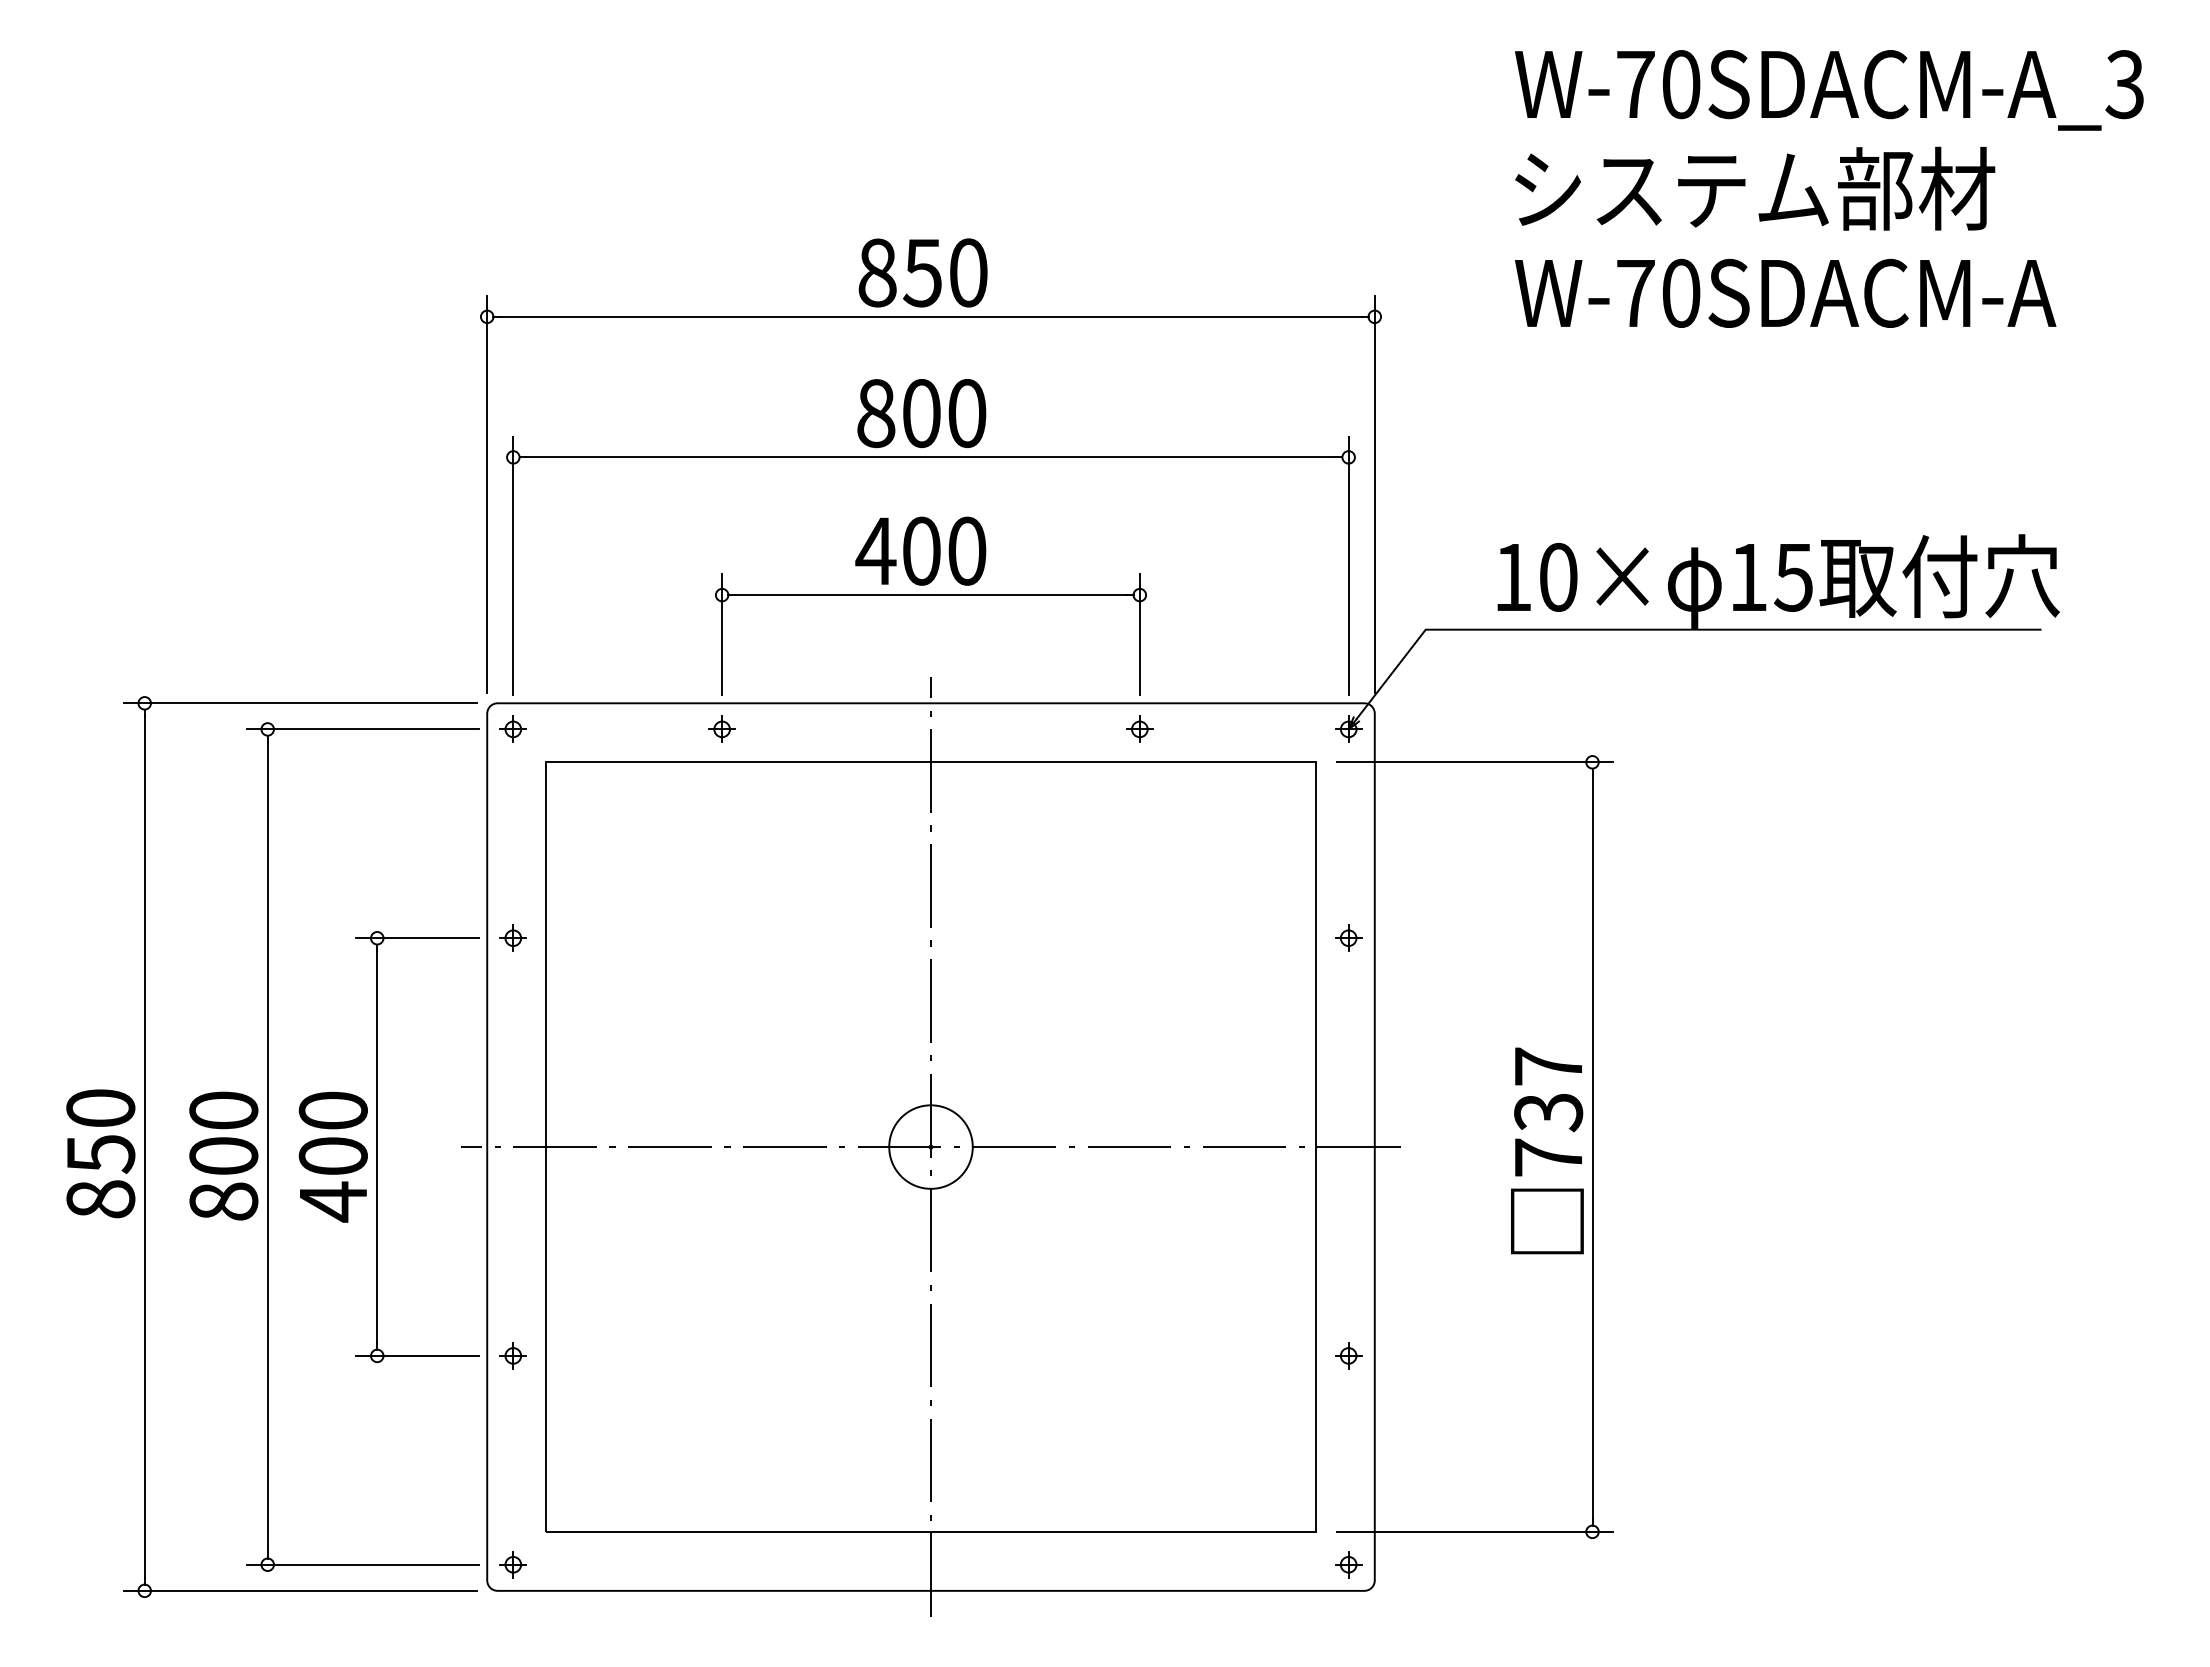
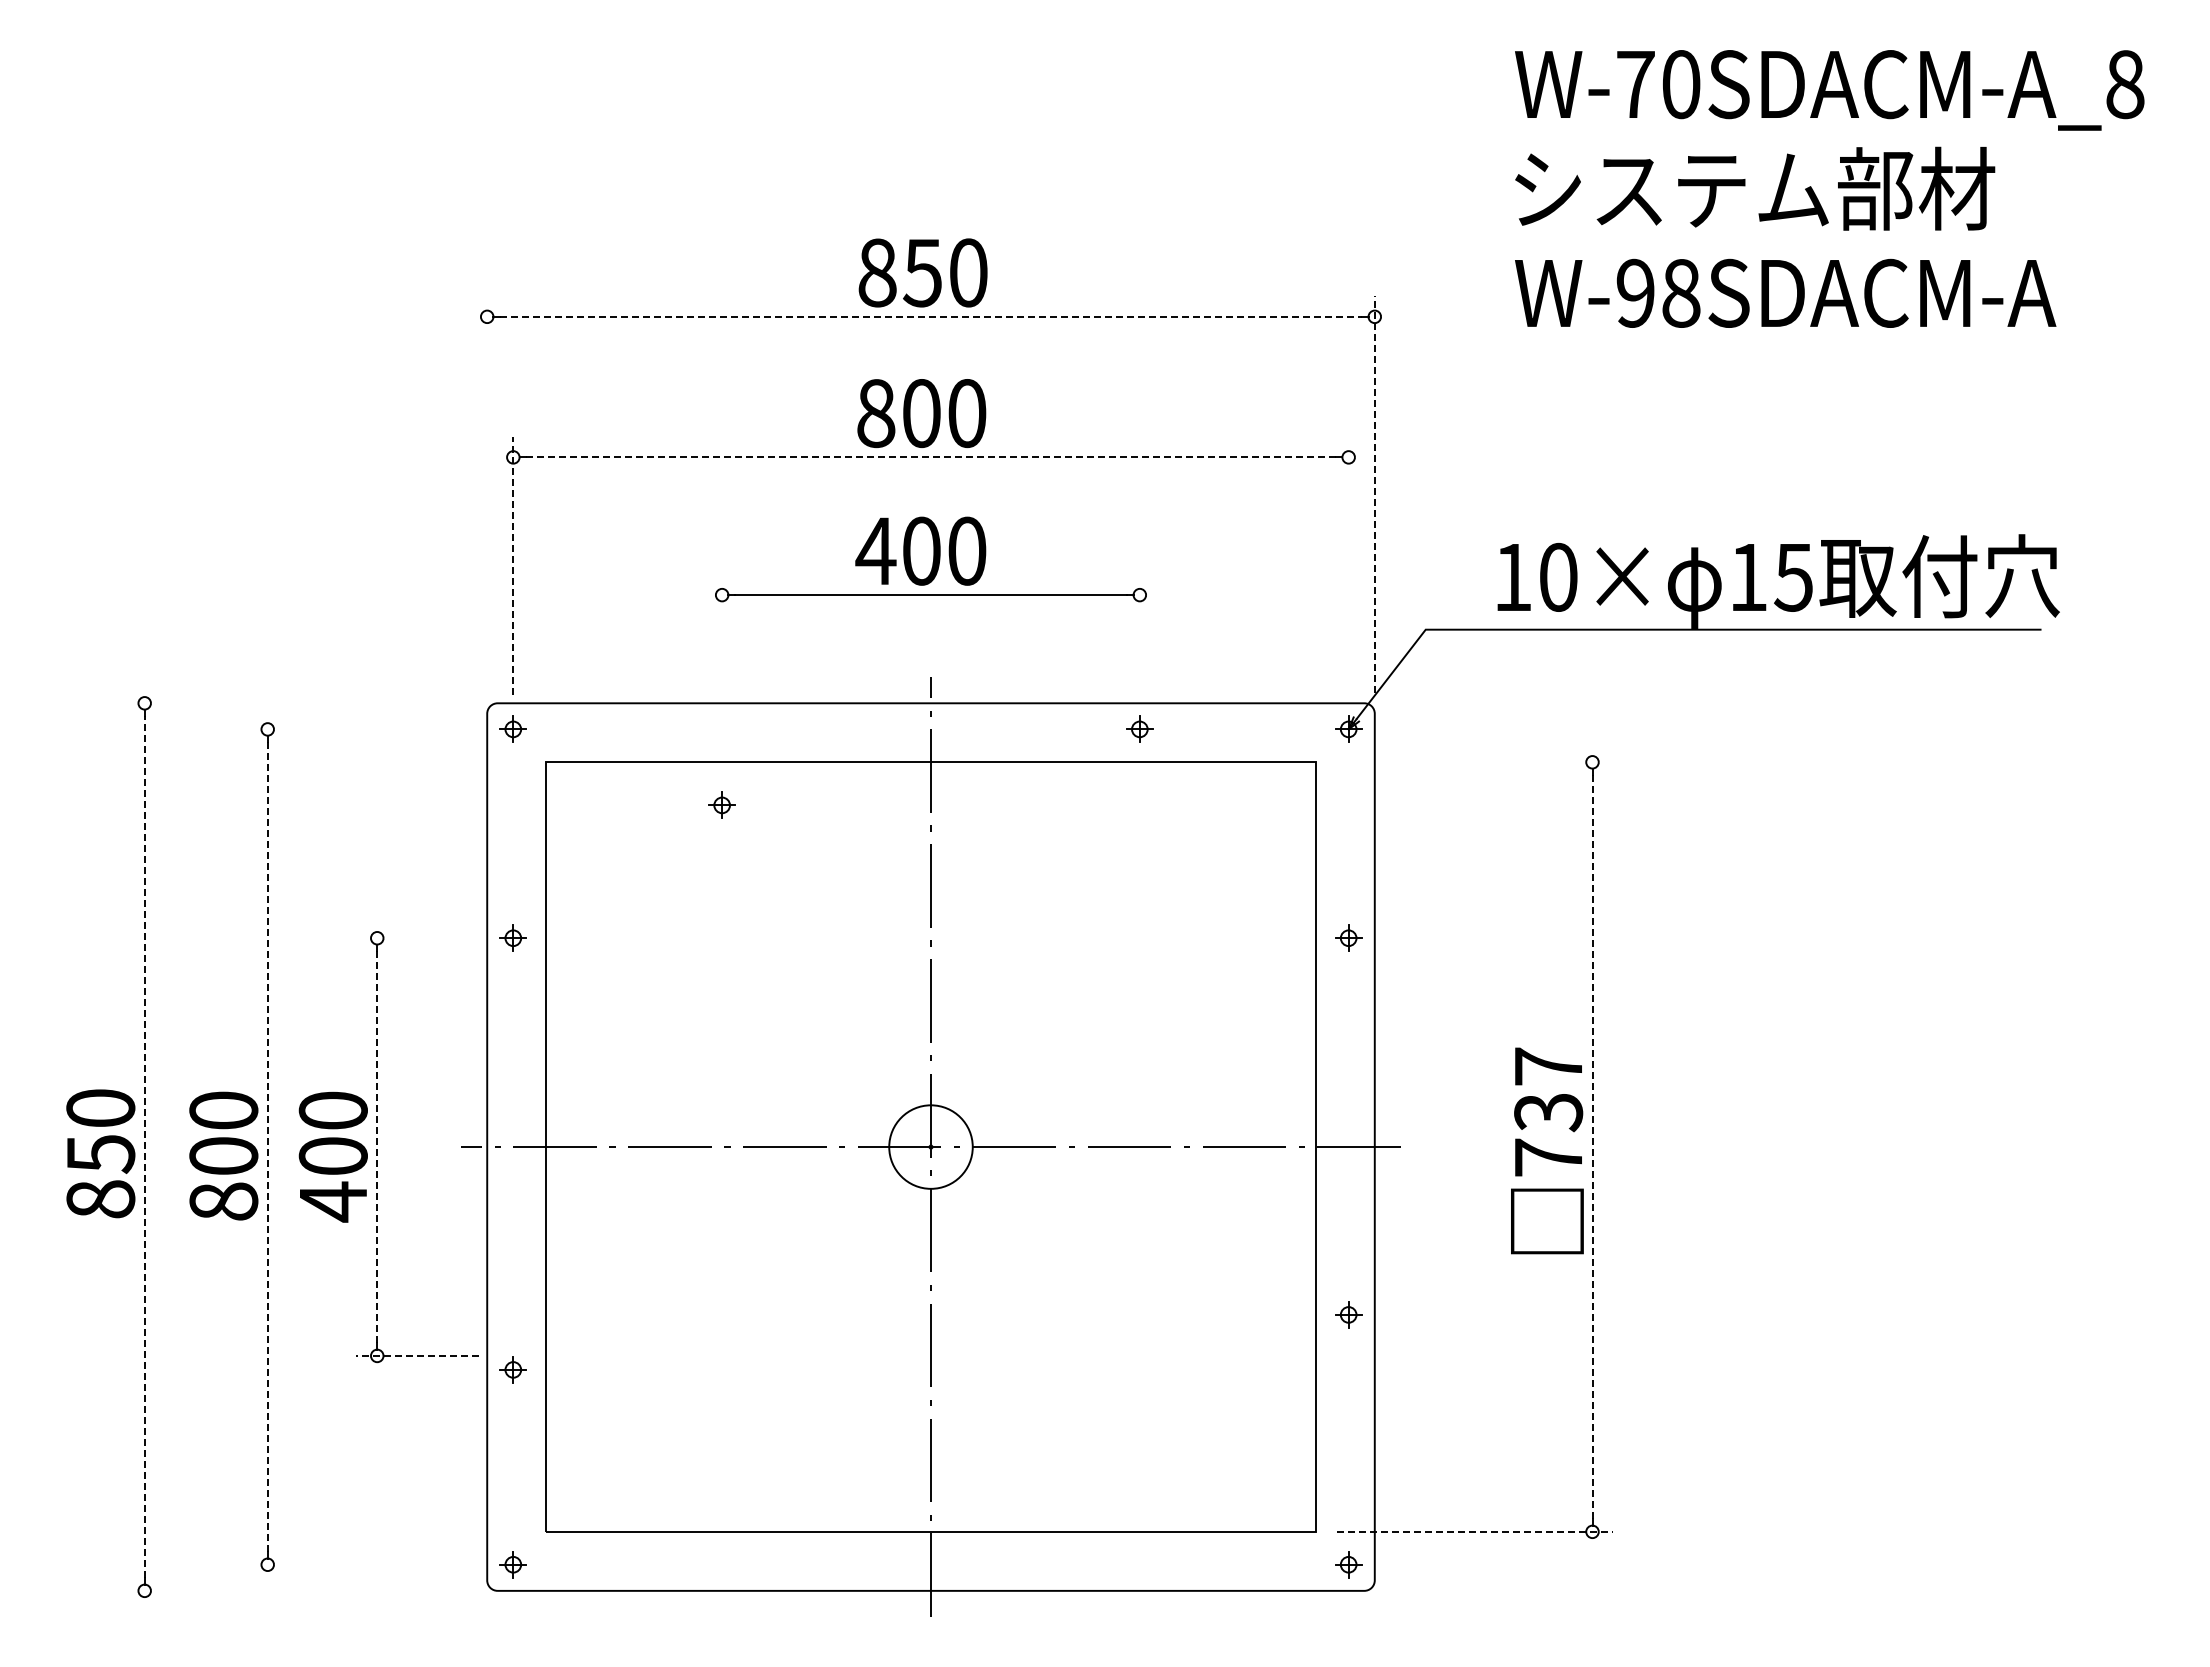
text at (2124, 84): W-70SDACM-A_3 -> W-70SDACM-A_8
text at (1658, 292): W-70SDACM-A -> W-98SDACM-A
line at (931, 316): solid -> dashed
line at (931, 457): solid -> dashed
line at (487, 493): present -> none
line at (1374, 493): solid -> dashed
line at (513, 565): solid -> dashed
line at (1348, 565): present -> none
line at (722, 634): present -> none
line at (1139, 634): present -> none
line at (299, 703): present -> none
part at (721, 728) position: (721, 728) -> (721, 804)
line at (362, 729): present -> none
line at (1474, 762): present -> none
line at (417, 938): present -> none
line at (144, 1146): solid -> dashed
line at (377, 1146): solid -> dashed
line at (267, 1147): solid -> dashed
line at (1592, 1147): solid -> dashed
line at (417, 1355): solid -> dashed
part at (512, 1355) position: (512, 1355) -> (512, 1369)
part at (1348, 1355) position: (1348, 1355) -> (1348, 1314)
line at (1475, 1531): solid -> dashed
line at (362, 1564): present -> none
line at (299, 1590): present -> none
